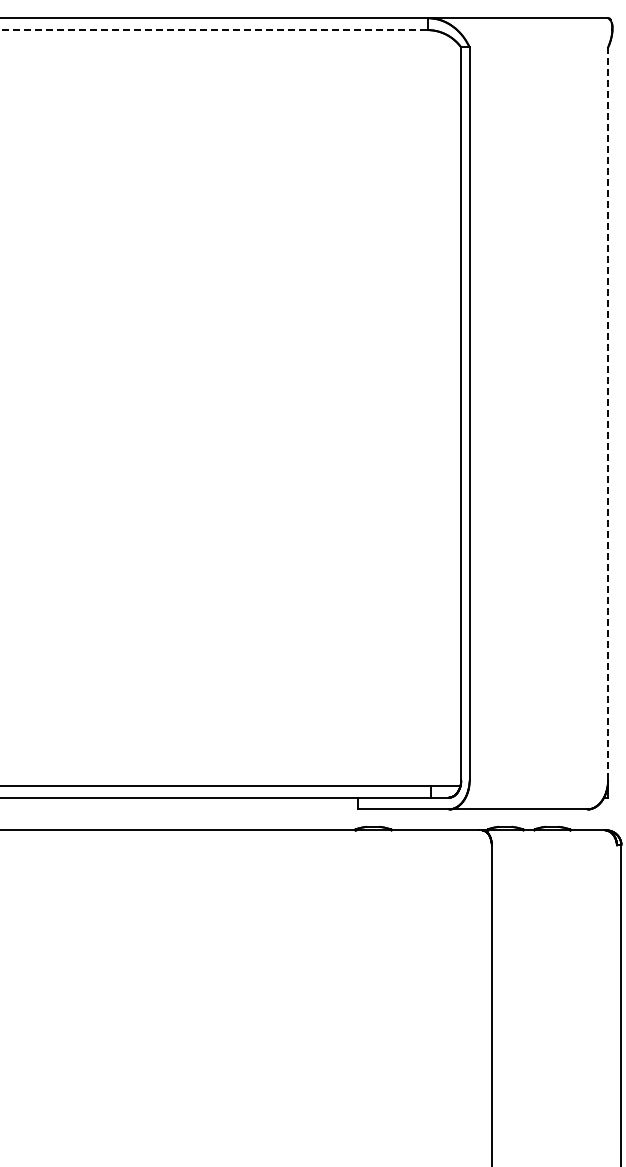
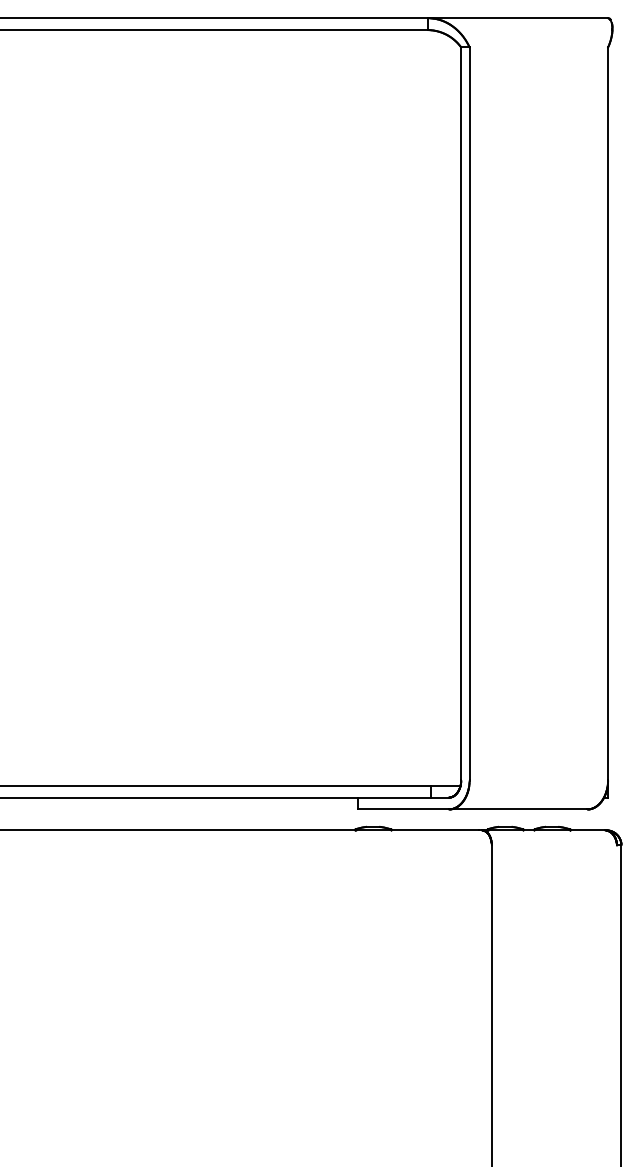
line at (214, 30): dashed -> solid
line at (608, 413): dashed -> solid
